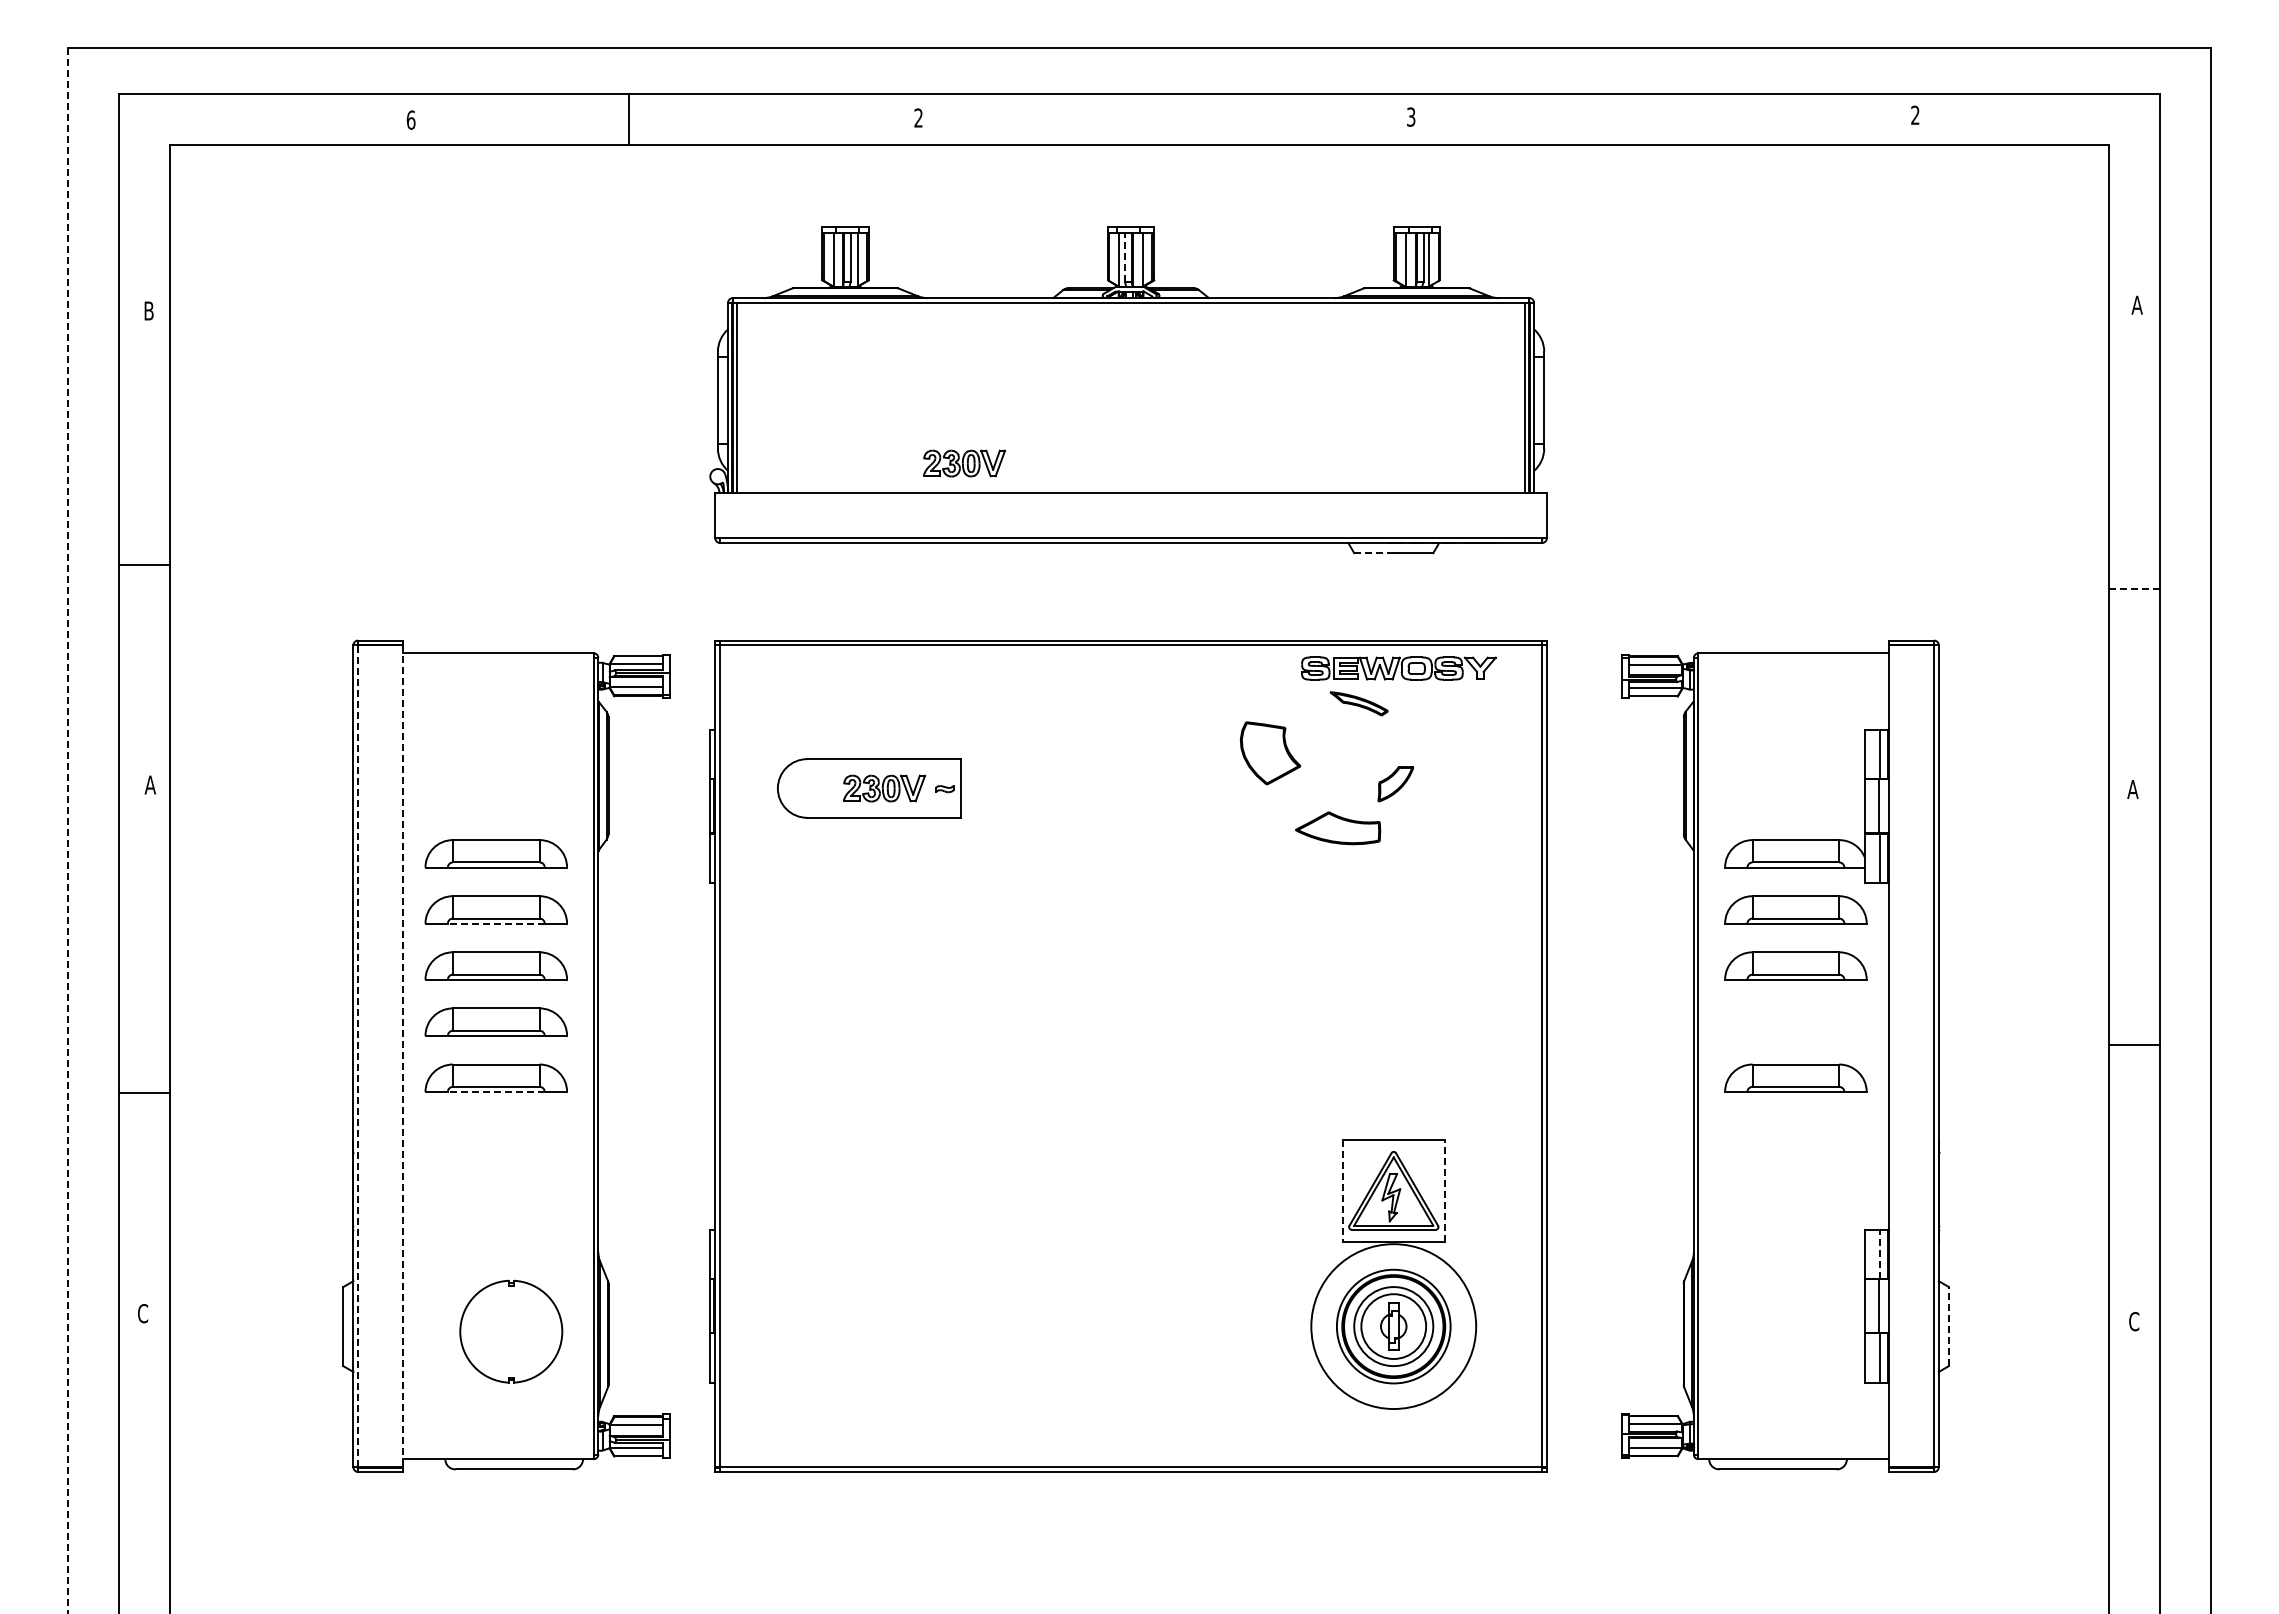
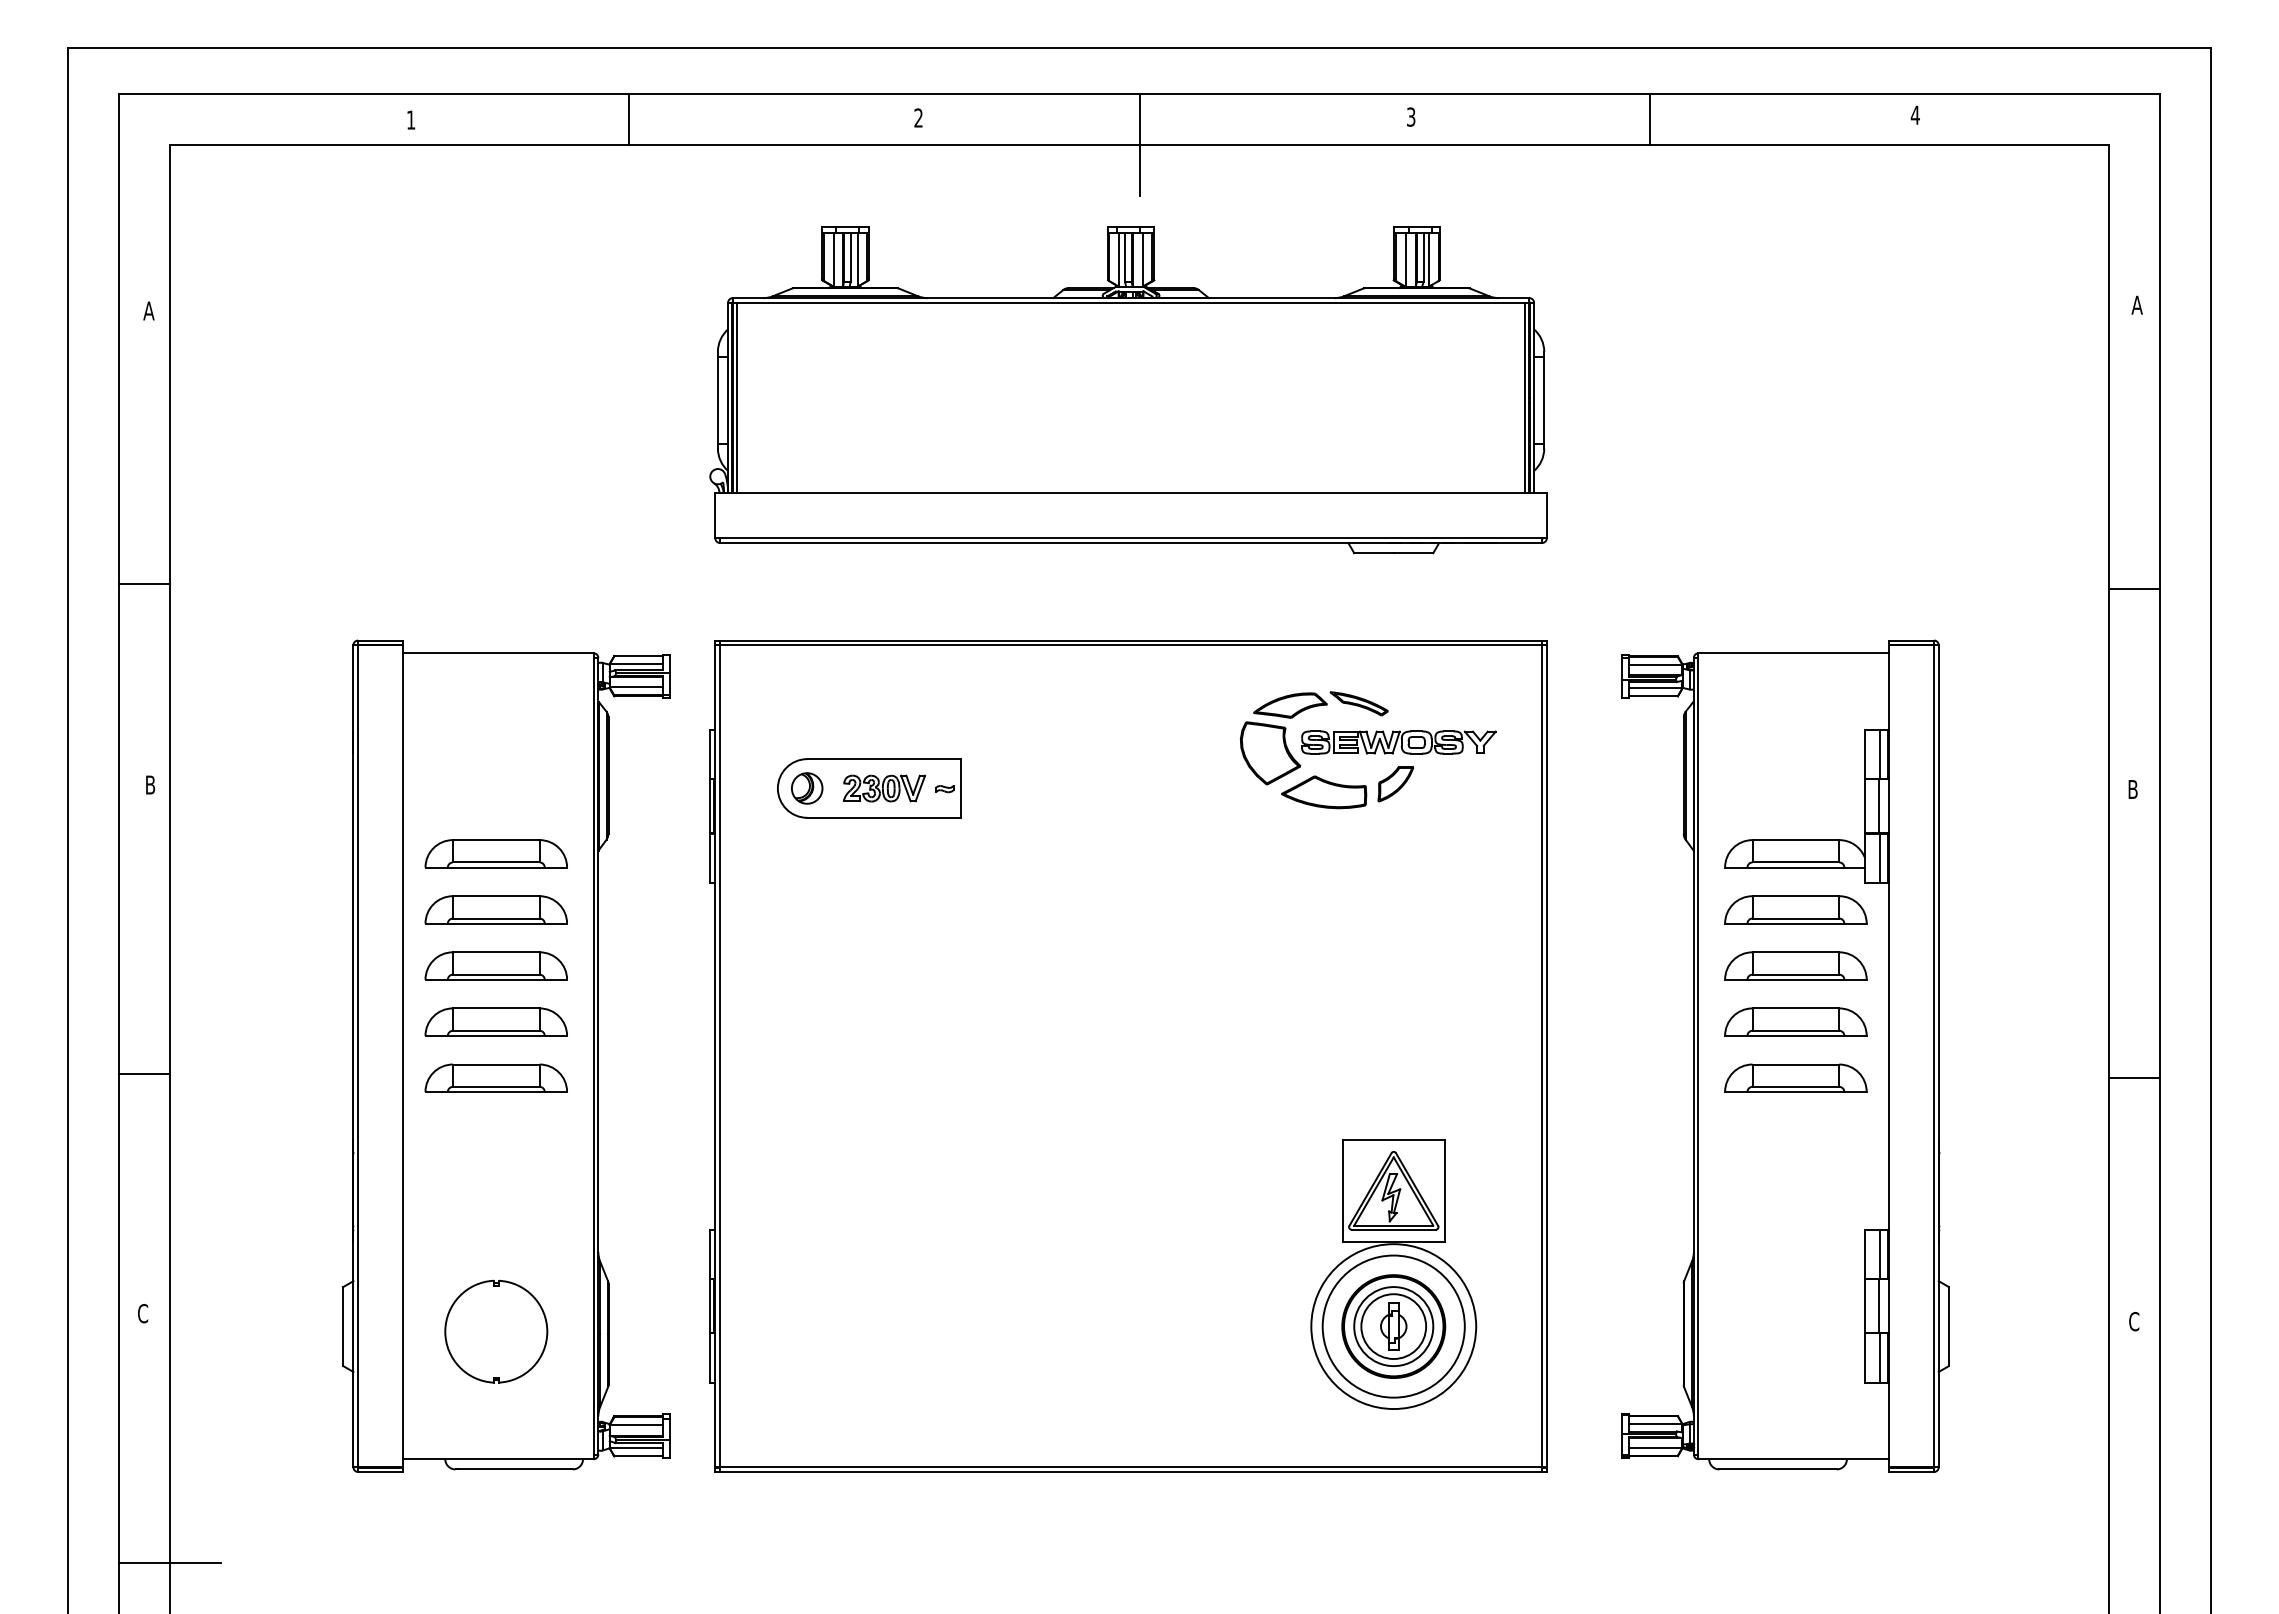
text at (1914, 114): 2 -> 4
text at (410, 119): 6 -> 1
line at (1649, 119): none -> present
line at (1139, 145): none -> present
line at (1125, 257): dashed -> solid
text at (148, 310): B -> A
part at (964, 463): present -> none
line at (1374, 553): dashed -> solid
line at (144, 564) position: (144, 564) -> (144, 583)
line at (2134, 588): dashed -> solid
part at (1398, 668) position: (1398, 668) -> (1398, 742)
part at (1290, 705): none -> present
text at (149, 784): A -> B
part at (807, 788): none -> present
text at (2132, 789): A -> B
part at (1338, 828) position: (1338, 828) -> (1324, 792)
line at (68, 831): dashed -> solid
line at (495, 923): dashed -> solid
part at (1795, 1021): none -> present
line at (2133, 1045) position: (2133, 1045) -> (2133, 1078)
line at (358, 1055): dashed -> solid
line at (403, 1056): dashed -> solid
line at (495, 1091): dashed -> solid
line at (144, 1092) position: (144, 1092) -> (144, 1073)
line at (1444, 1190): dashed -> solid
line at (1342, 1191): dashed -> solid
line at (1880, 1254): dashed -> solid
circle at (1393, 1326) diameter: 114 px -> 142 px
line at (1948, 1326): dashed -> solid
part at (511, 1331) position: (511, 1331) -> (496, 1331)
line at (170, 1563): none -> present
